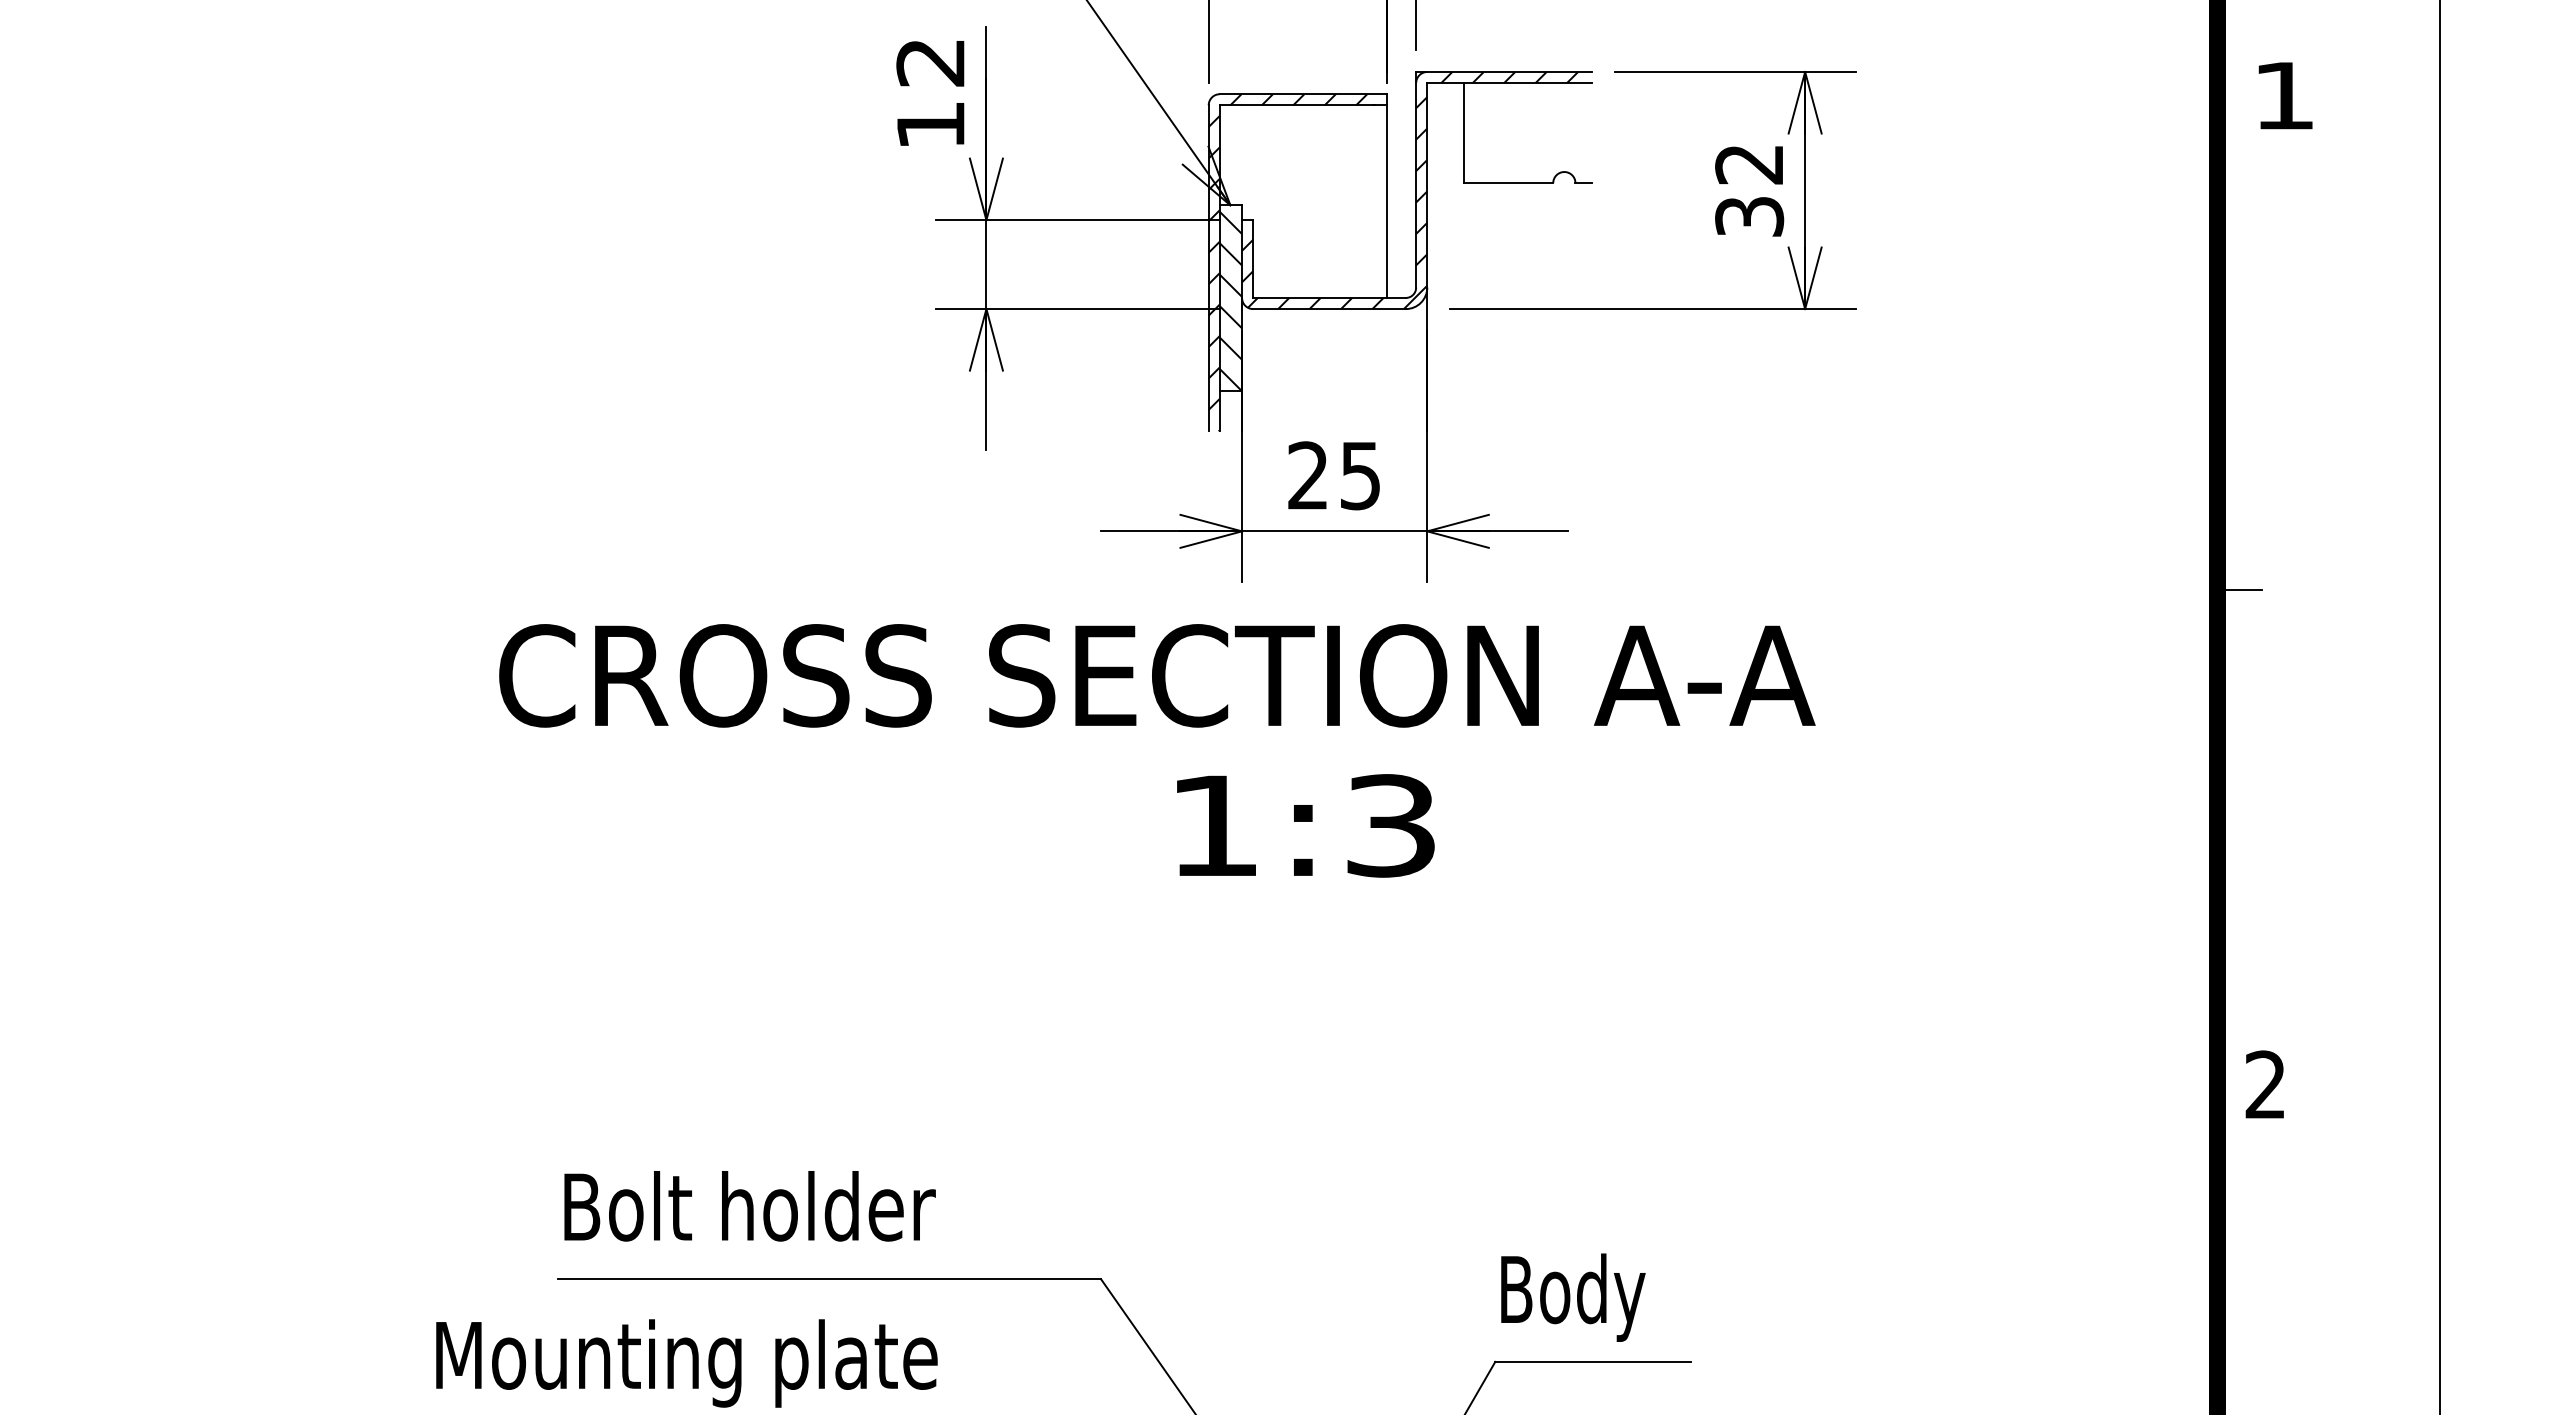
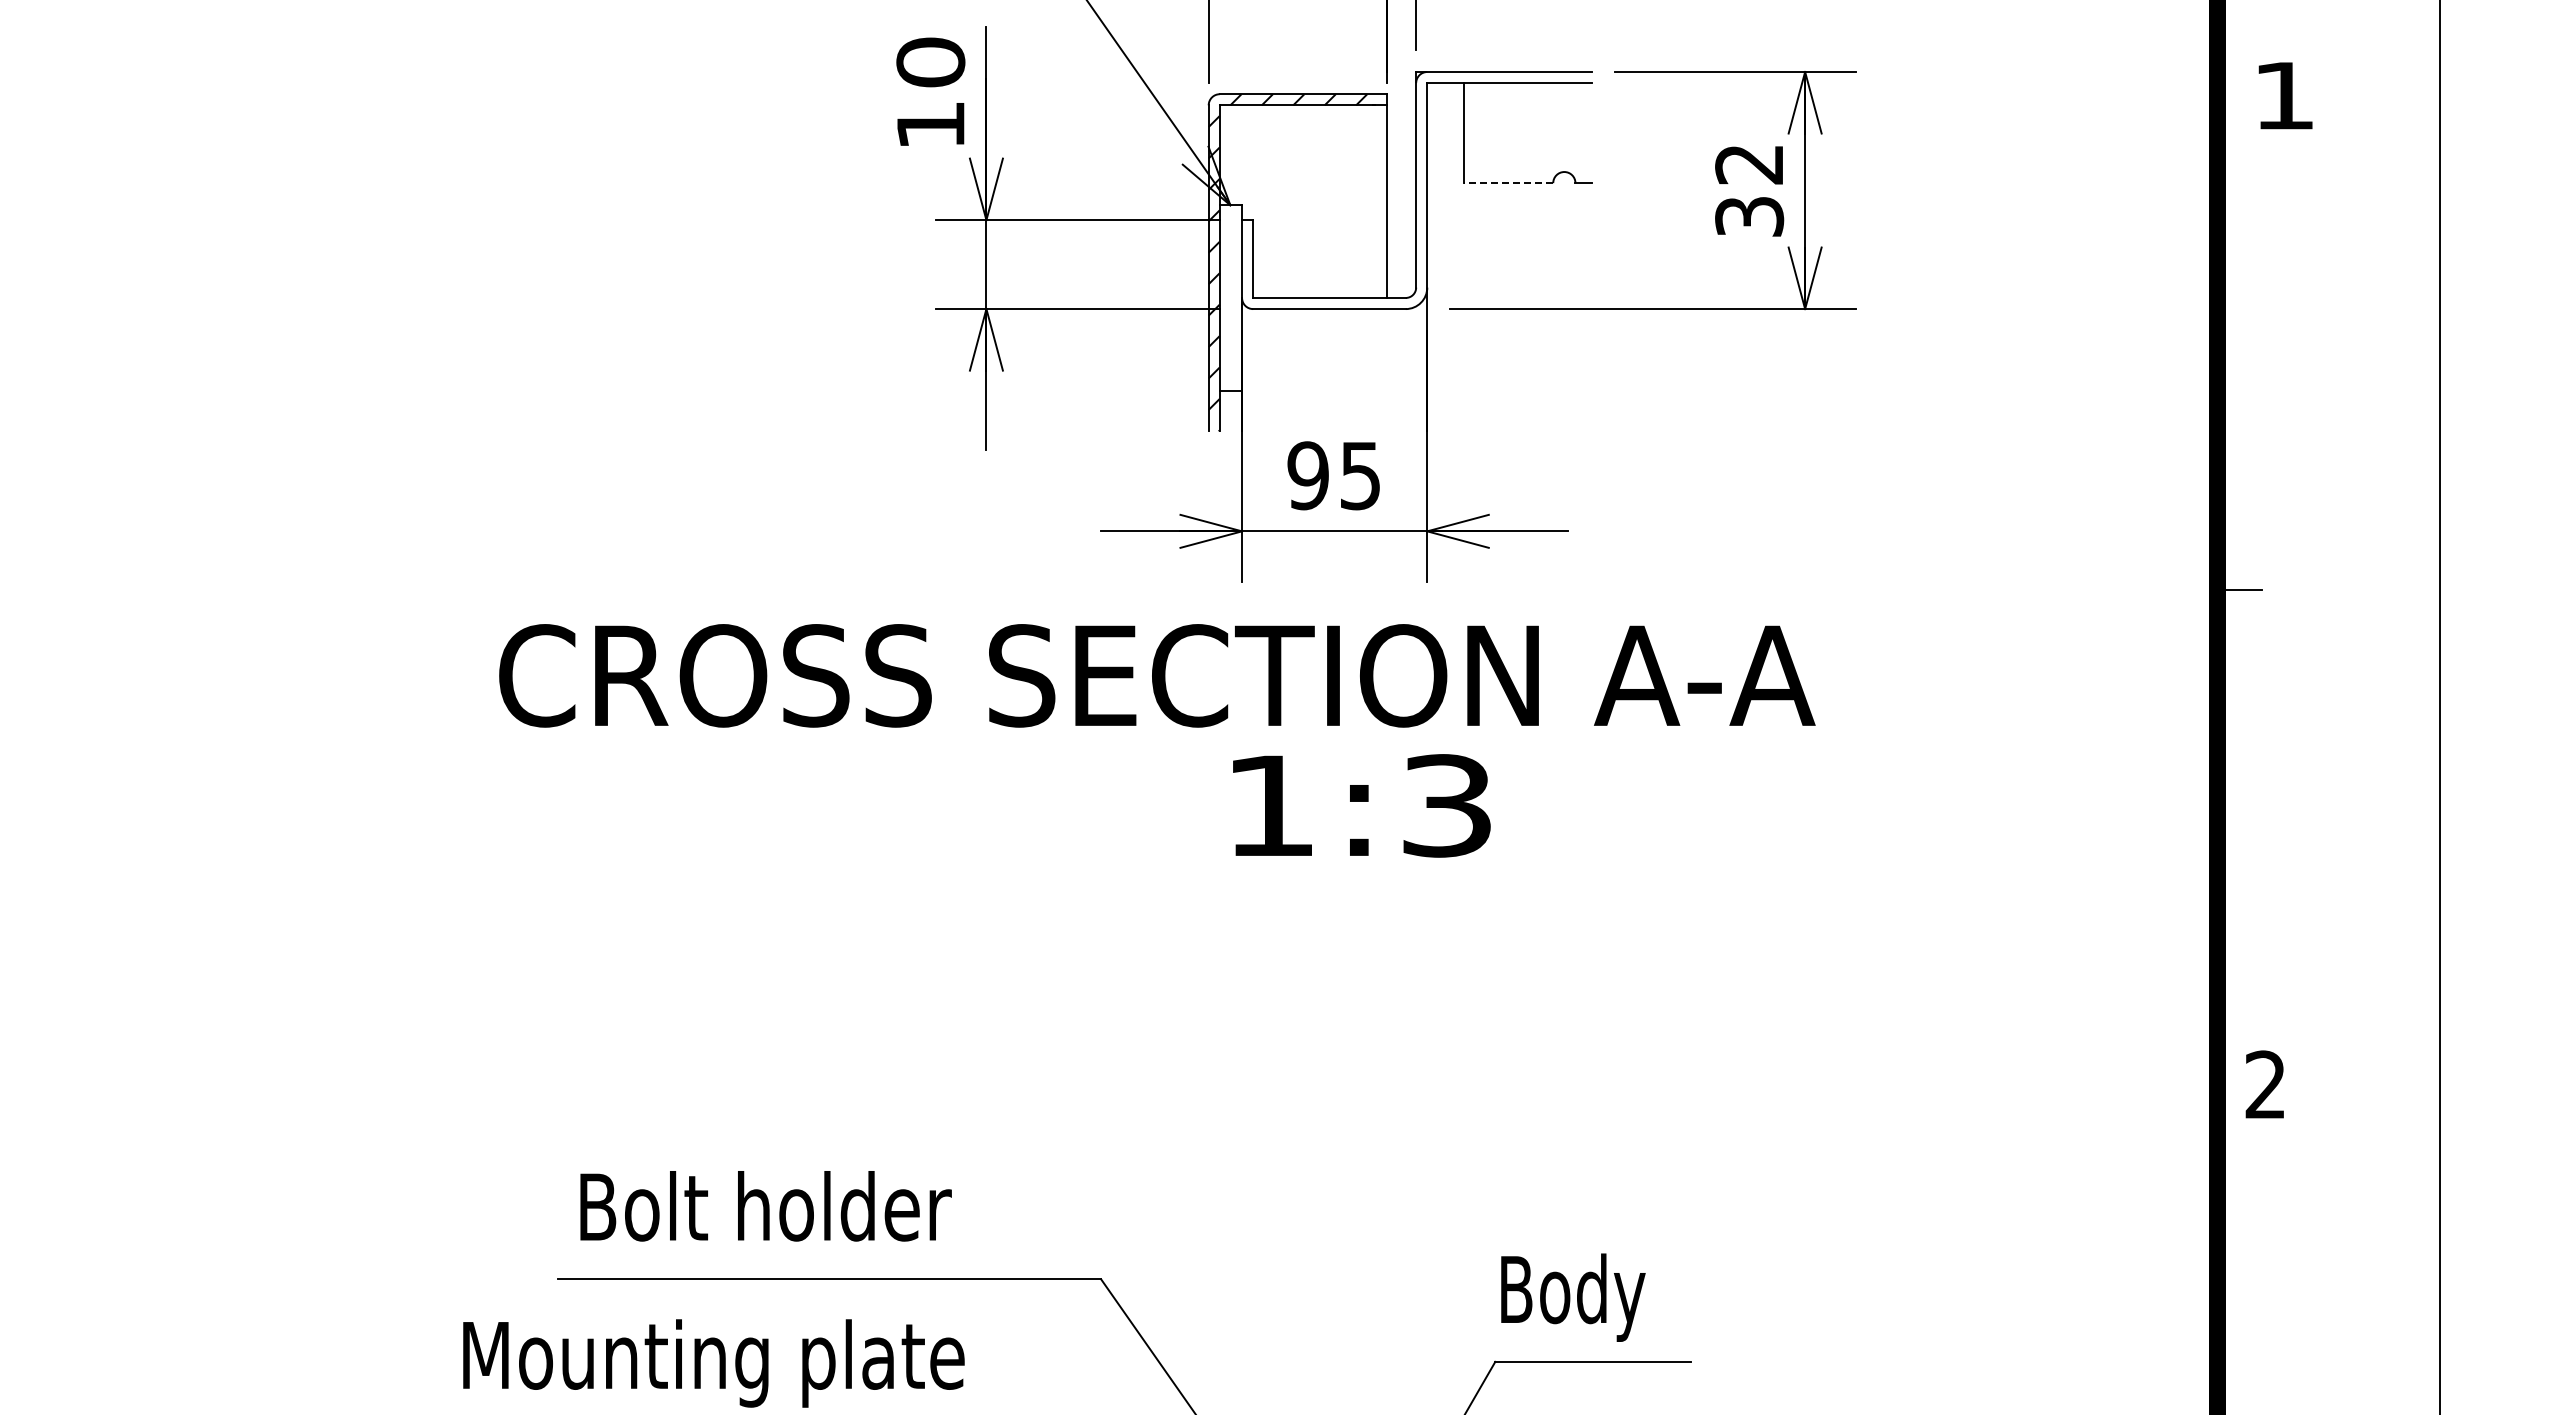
text at (930, 62): 12 -> 10
line at (1508, 183): solid -> dashed
hatch at (1410, 190): present -> none
hatch at (1230, 300): present -> none
text at (1307, 475): 25 -> 95
text at (1305, 825) position: (1305, 825) -> (1361, 805)
text at (749, 1206) position: (749, 1206) -> (765, 1206)
text at (686, 1363) position: (686, 1363) -> (713, 1363)
